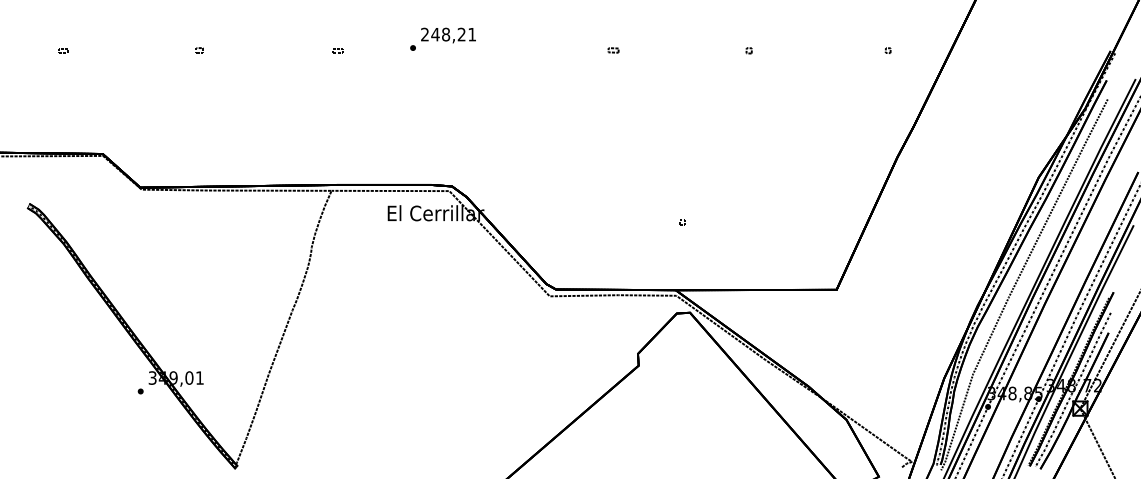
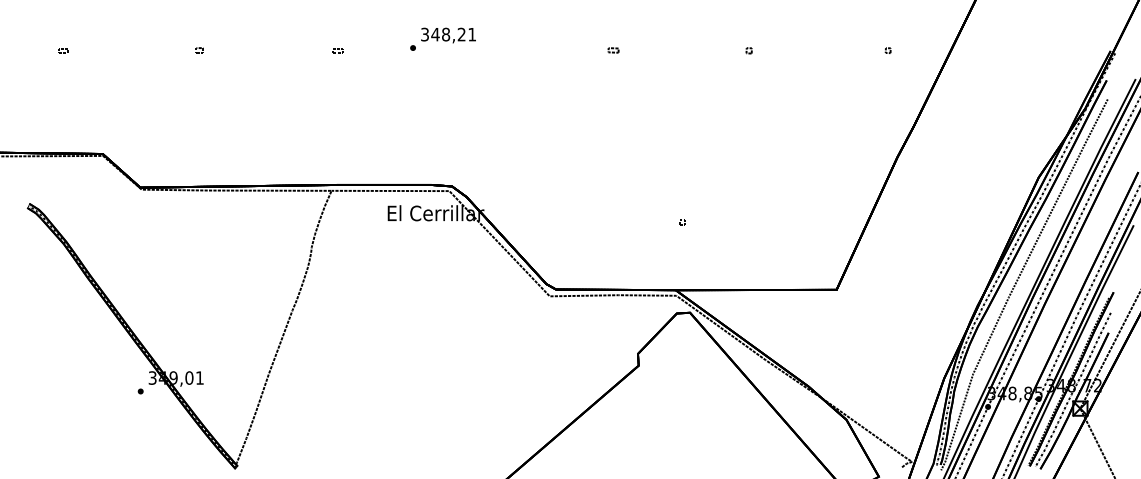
text at (424, 34): 248,21 -> 348,21
